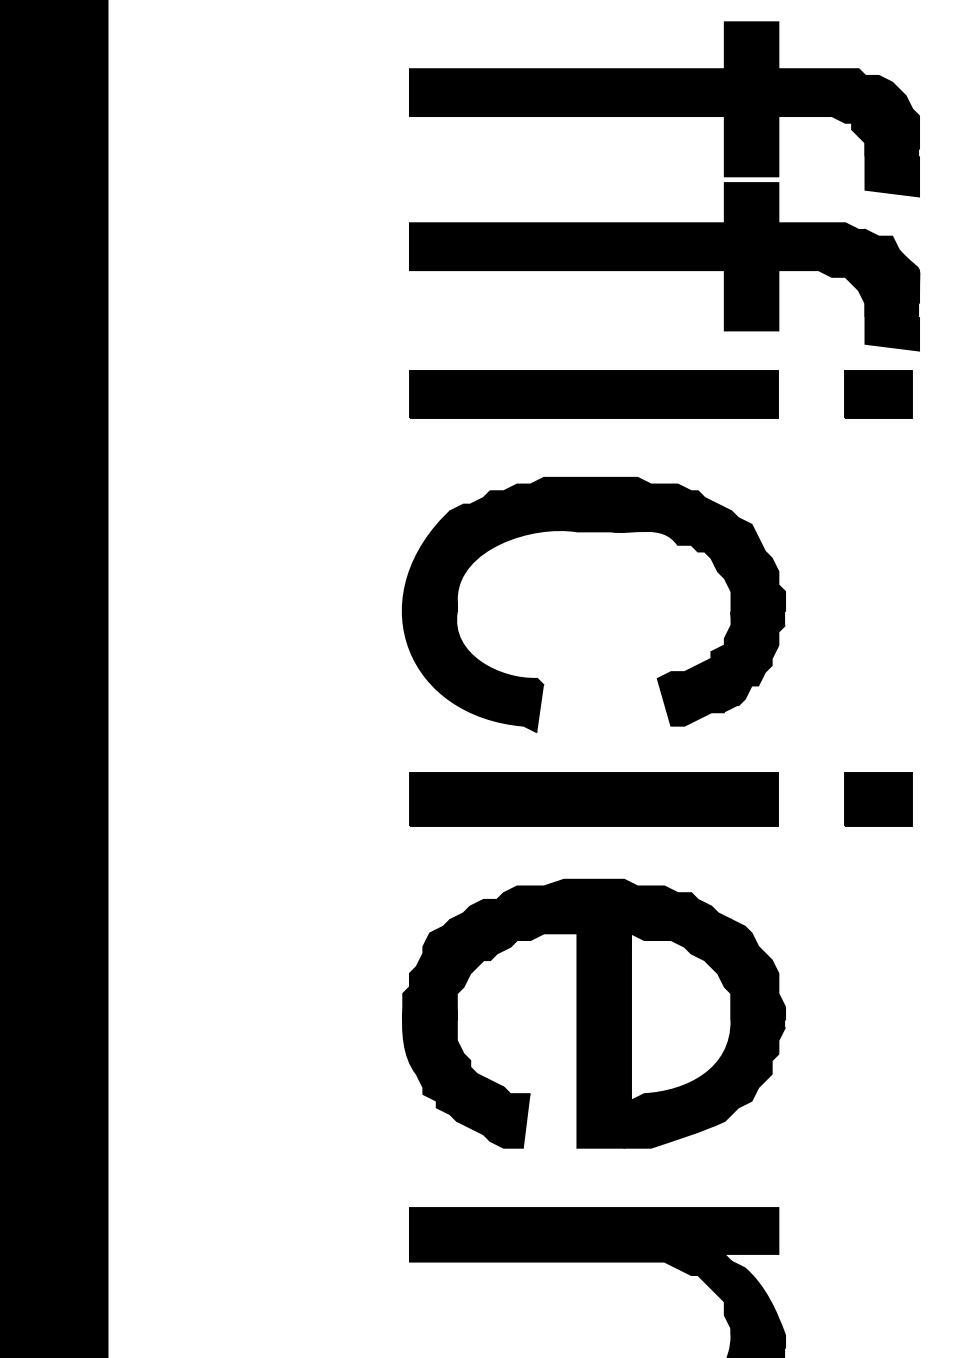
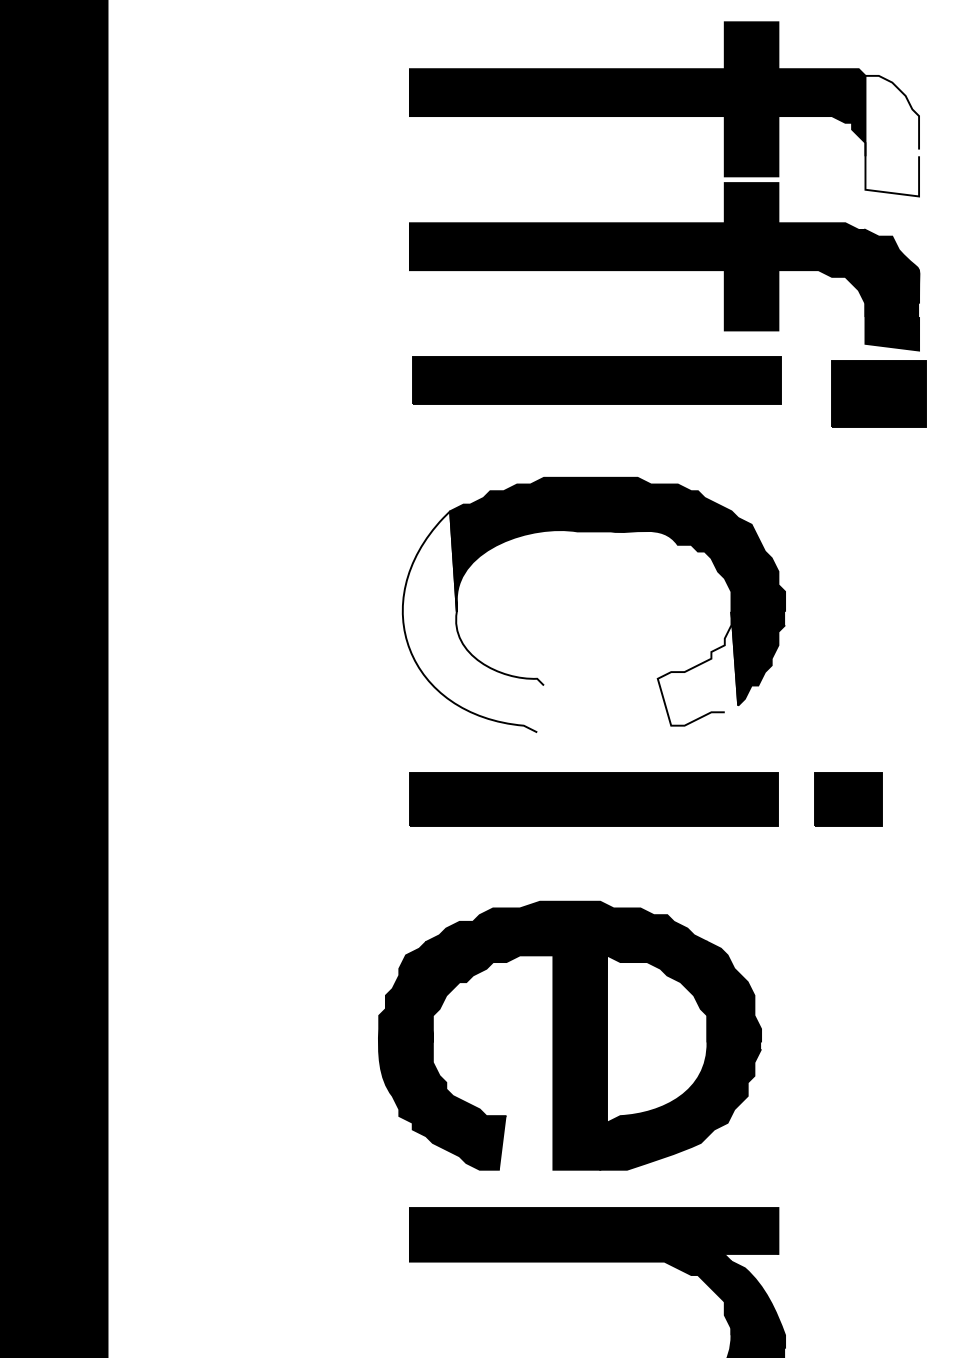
fill at (892, 135): present -> none
part at (593, 394) position: (593, 394) -> (596, 380)
part at (878, 394) size: 69x49 px -> 96x68 px
fill at (473, 621): present -> none
fill at (697, 668): present -> none
part at (878, 799) position: (878, 799) -> (848, 799)
part at (593, 1013) position: (593, 1013) -> (569, 1035)
